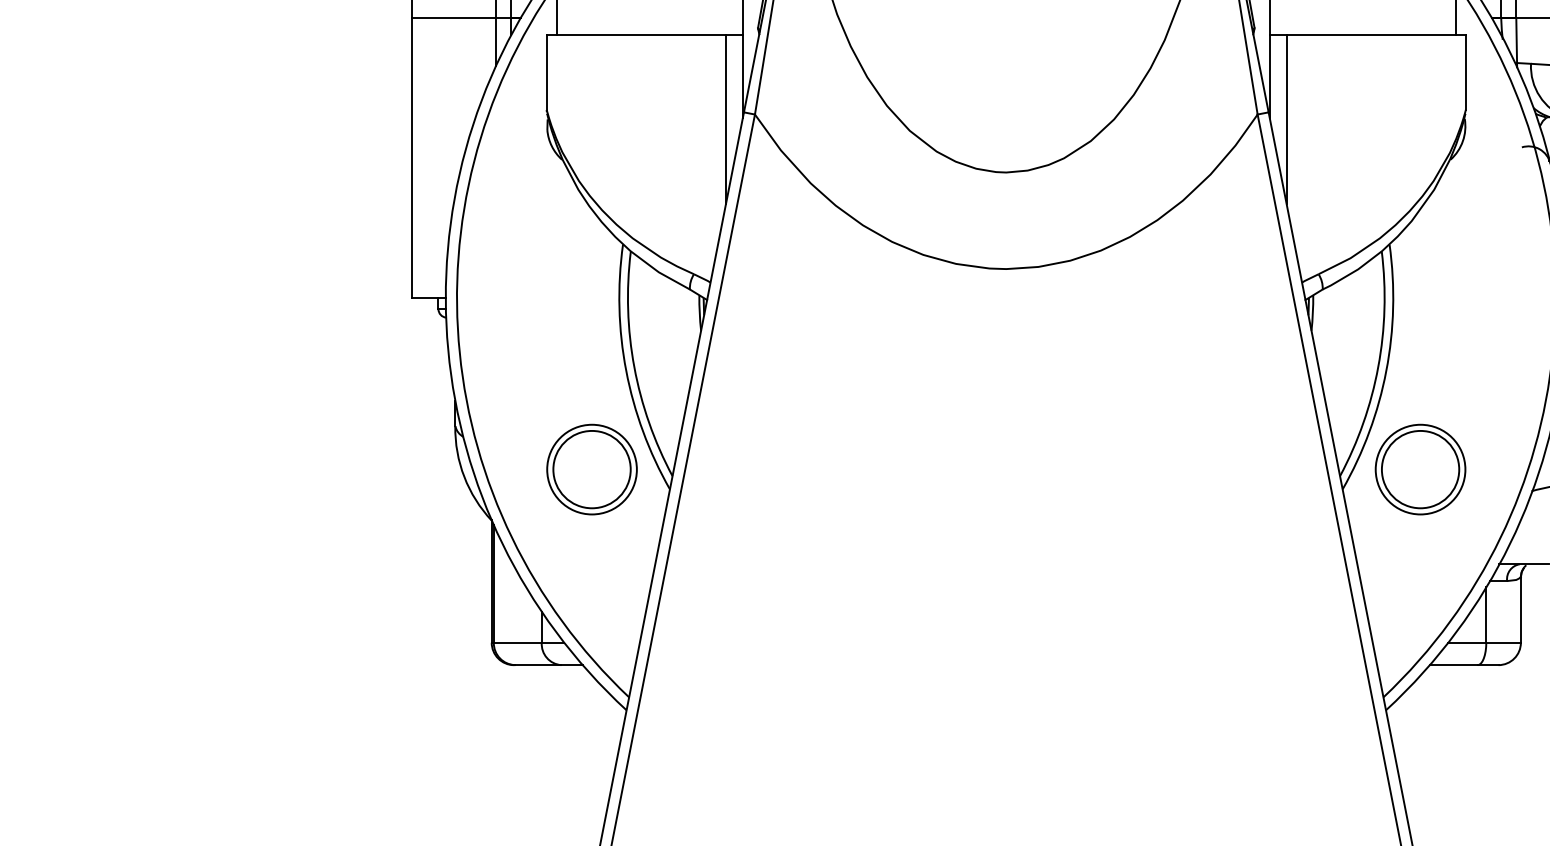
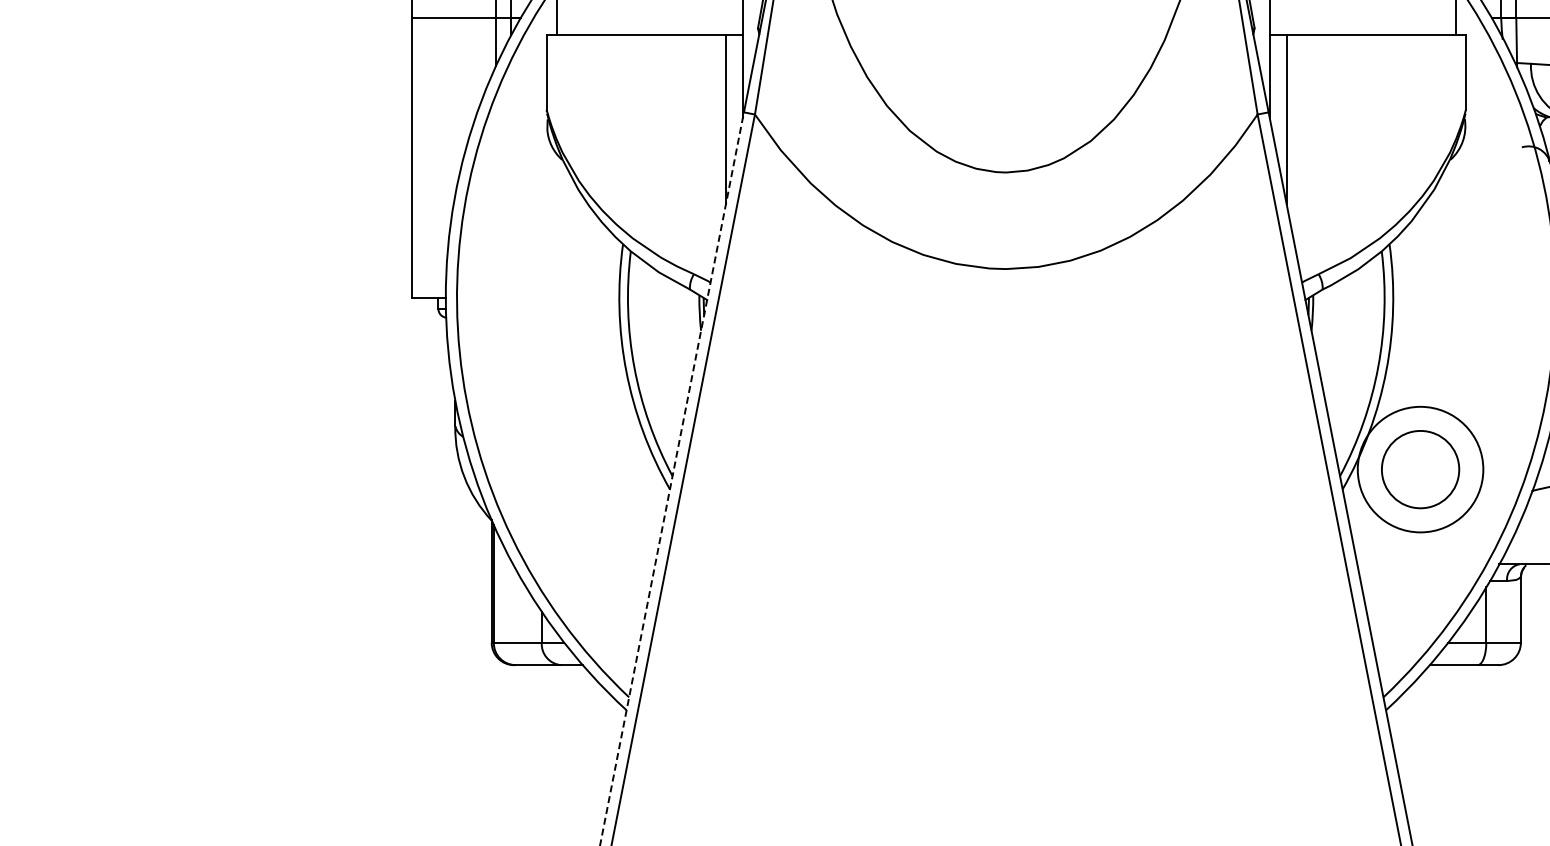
part at (591, 469): present -> none
circle at (1420, 469) diameter: 90 px -> 126 px
line at (672, 478): solid -> dashed
